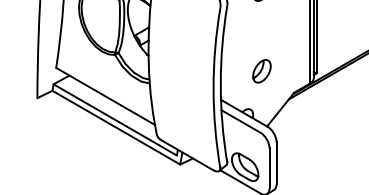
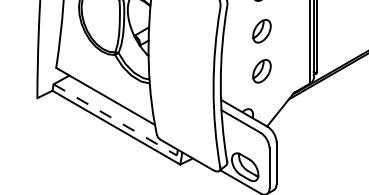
part at (261, 31): none -> present
line at (115, 120): solid -> dashed
